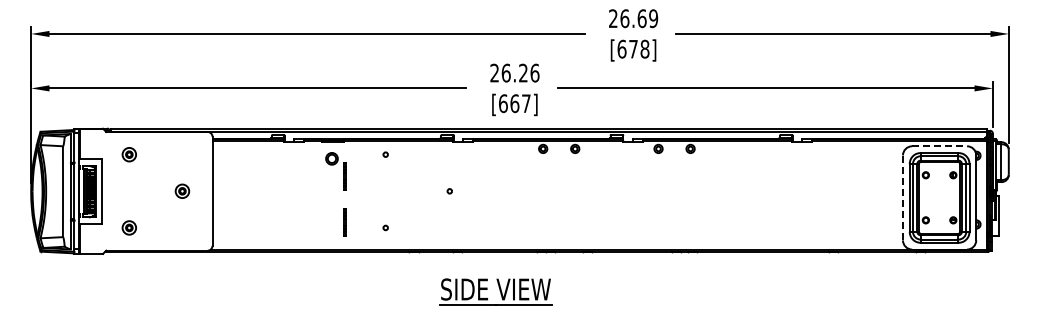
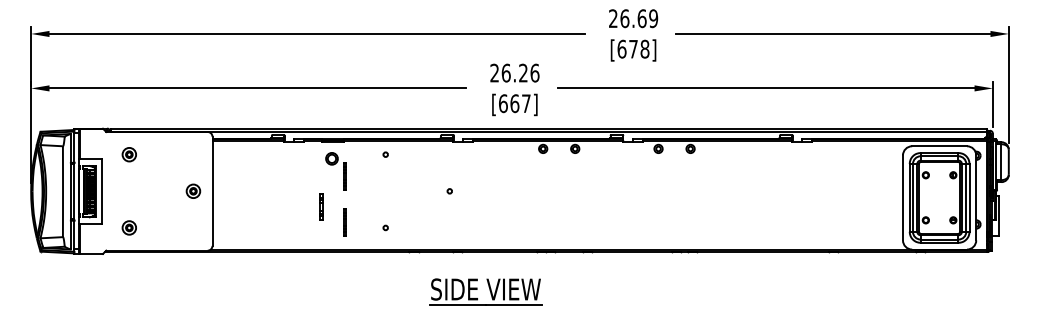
line at (940, 146): dashed -> solid
part at (182, 190) position: (182, 190) -> (193, 190)
line at (903, 197): dashed -> solid
line at (320, 206): none -> present
part at (495, 291) position: (495, 291) -> (485, 291)
